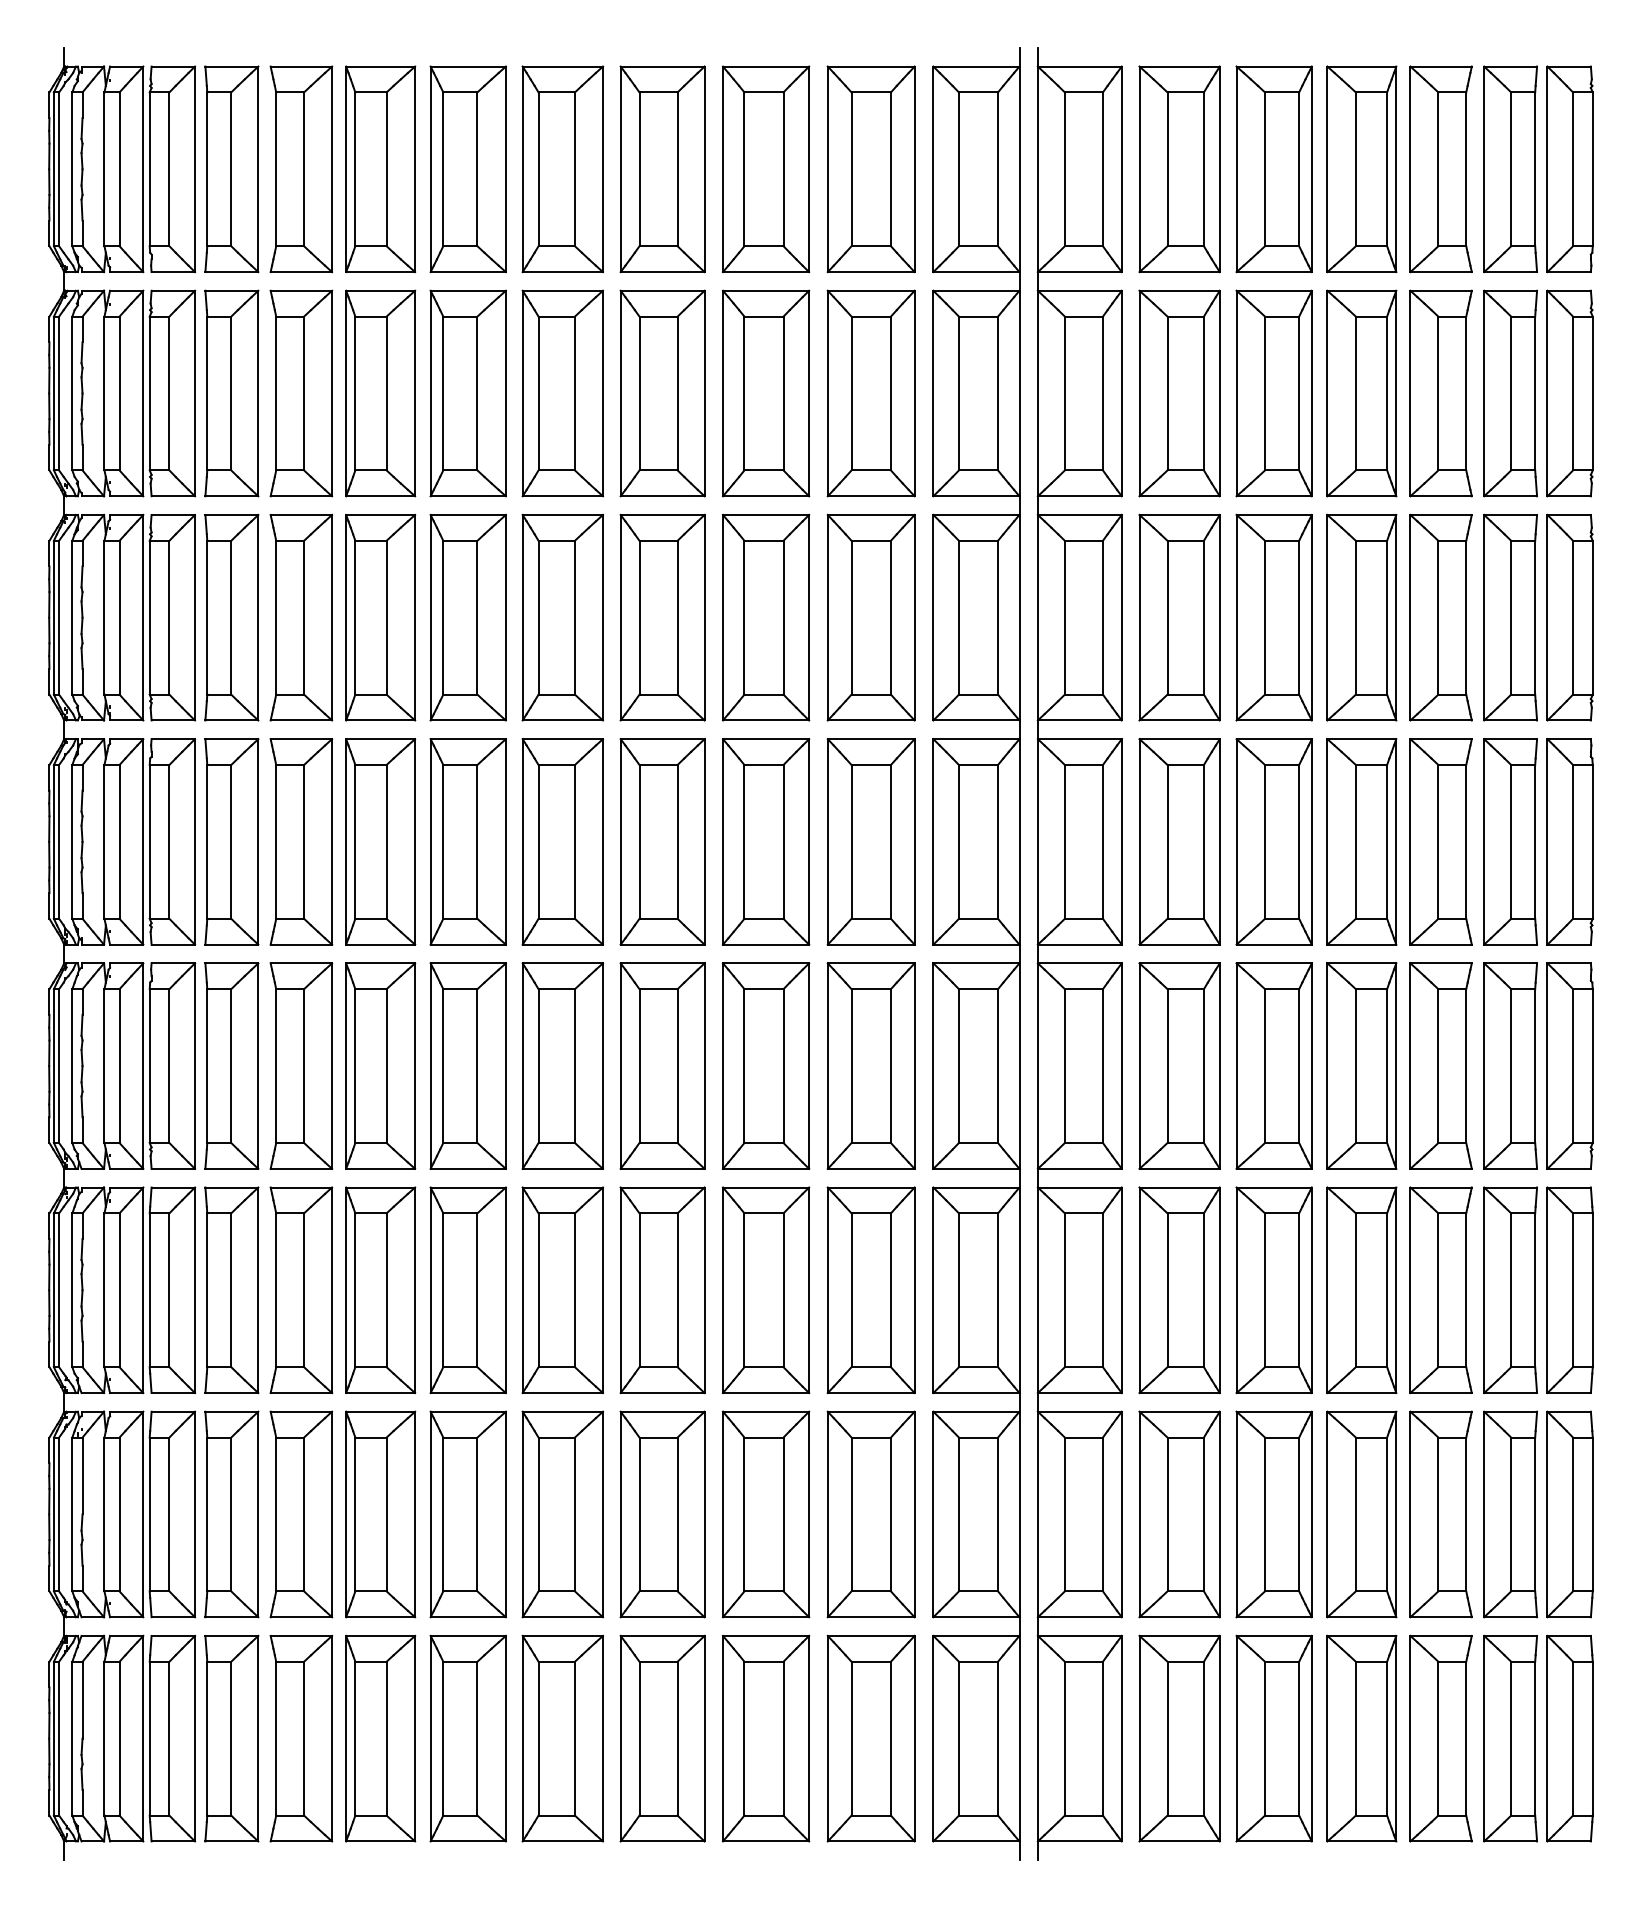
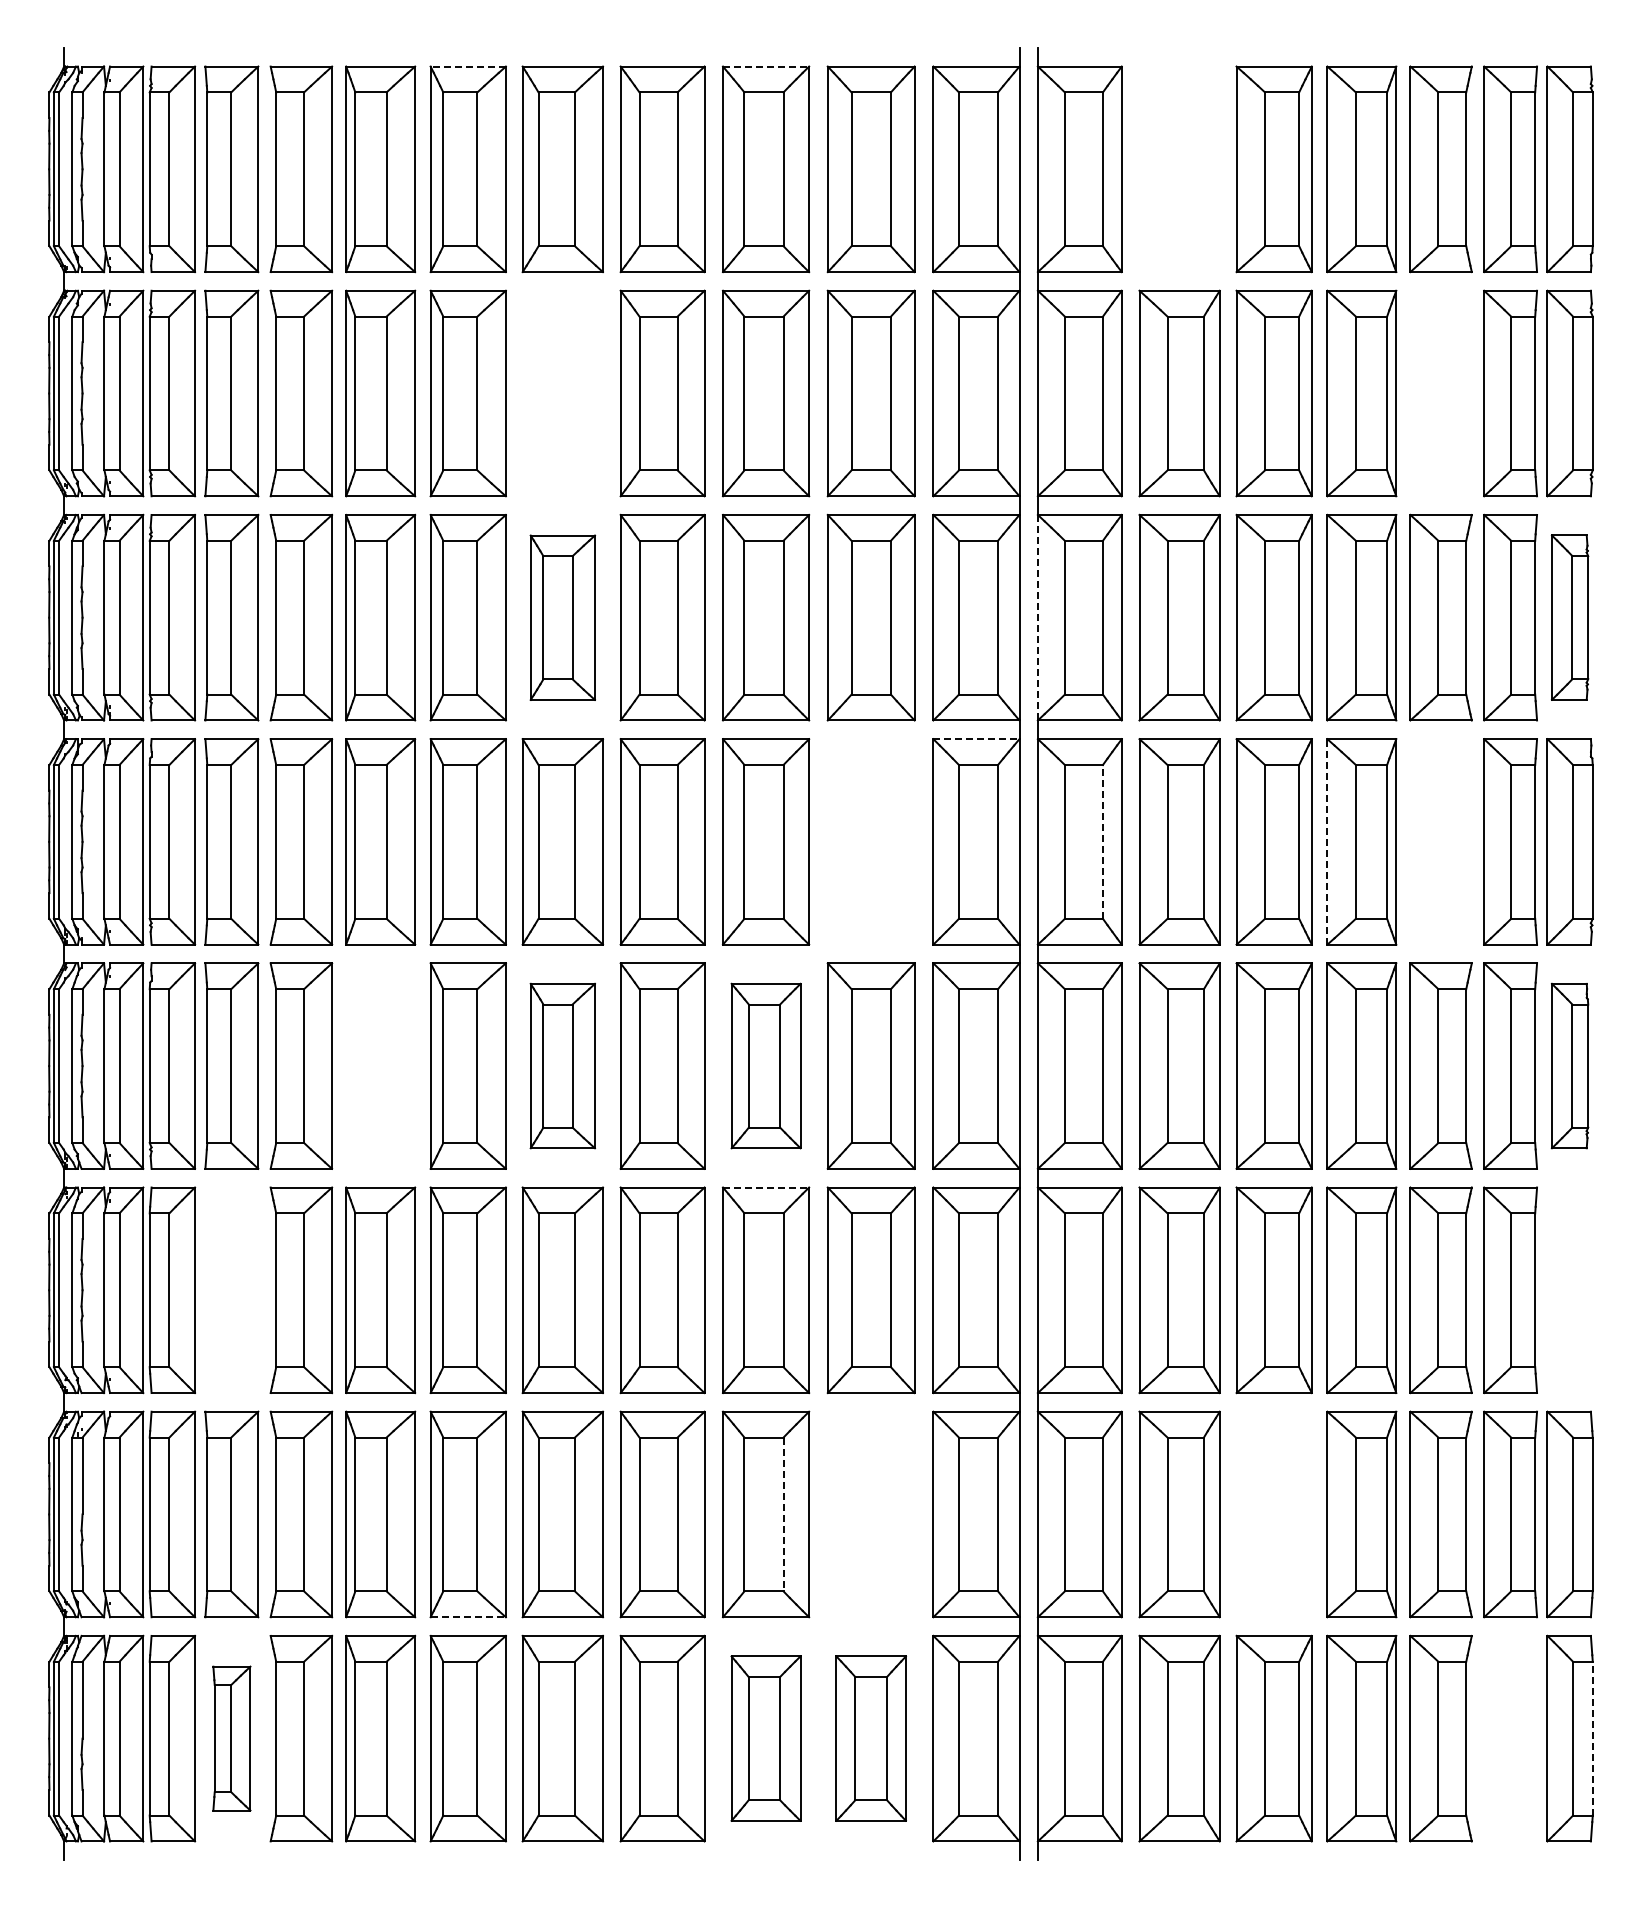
line at (468, 66): solid -> dashed
line at (766, 66): solid -> dashed
part at (1179, 169): present -> none
part at (562, 393): present -> none
part at (1440, 393): present -> none
part at (562, 617) size: 84x208 px -> 68x167 px
line at (1037, 617): solid -> dashed
part at (1569, 617) size: 48x209 px -> 40x167 px
line at (976, 739): solid -> dashed
part at (870, 841): present -> none
line at (1102, 841): solid -> dashed
line at (1327, 841): solid -> dashed
part at (1440, 841): present -> none
part at (380, 1065): present -> none
part at (562, 1065) size: 84x208 px -> 67x168 px
part at (766, 1065) size: 89x208 px -> 72x168 px
part at (1569, 1065) size: 48x208 px -> 40x168 px
line at (766, 1187): solid -> dashed
part at (231, 1290): present -> none
part at (1569, 1290): present -> none
line at (783, 1514): solid -> dashed
part at (870, 1514): present -> none
part at (1273, 1514): present -> none
line at (468, 1617): solid -> dashed
part at (231, 1738) size: 56x209 px -> 40x147 px
part at (765, 1738) size: 90x209 px -> 72x167 px
part at (870, 1738) size: 90x209 px -> 72x167 px
part at (1510, 1738): present -> none
line at (1592, 1738): solid -> dashed
